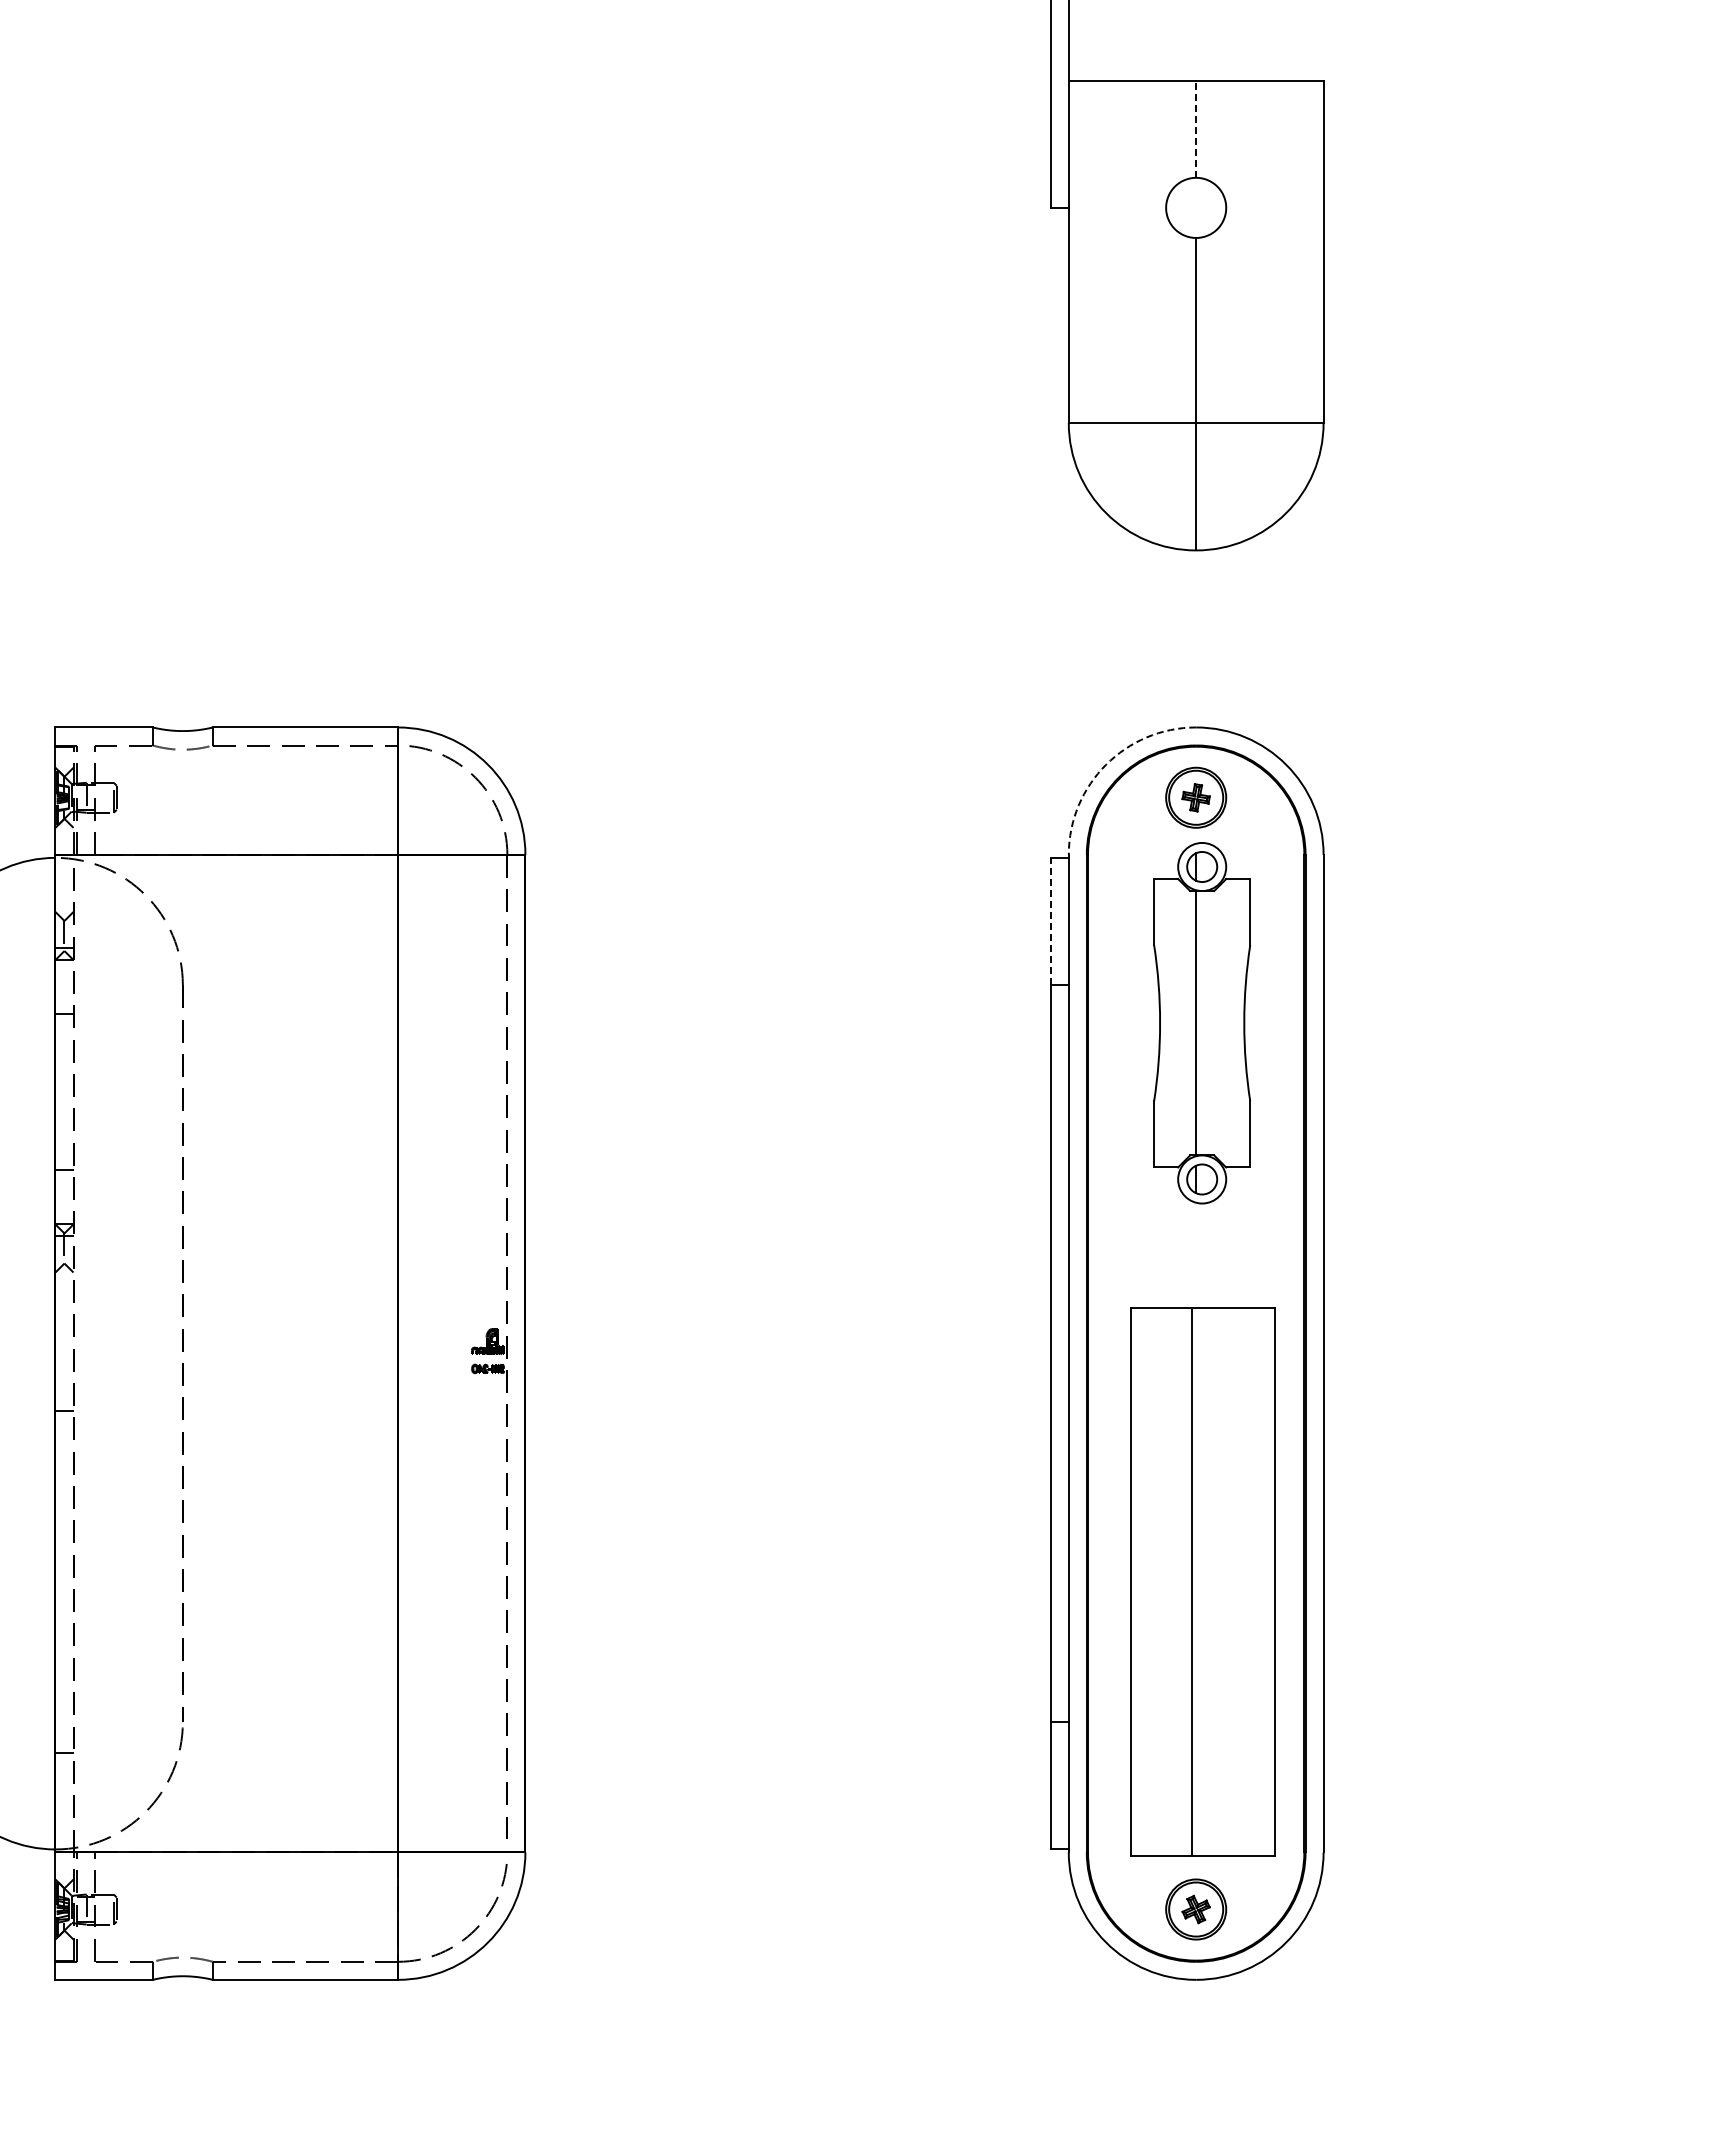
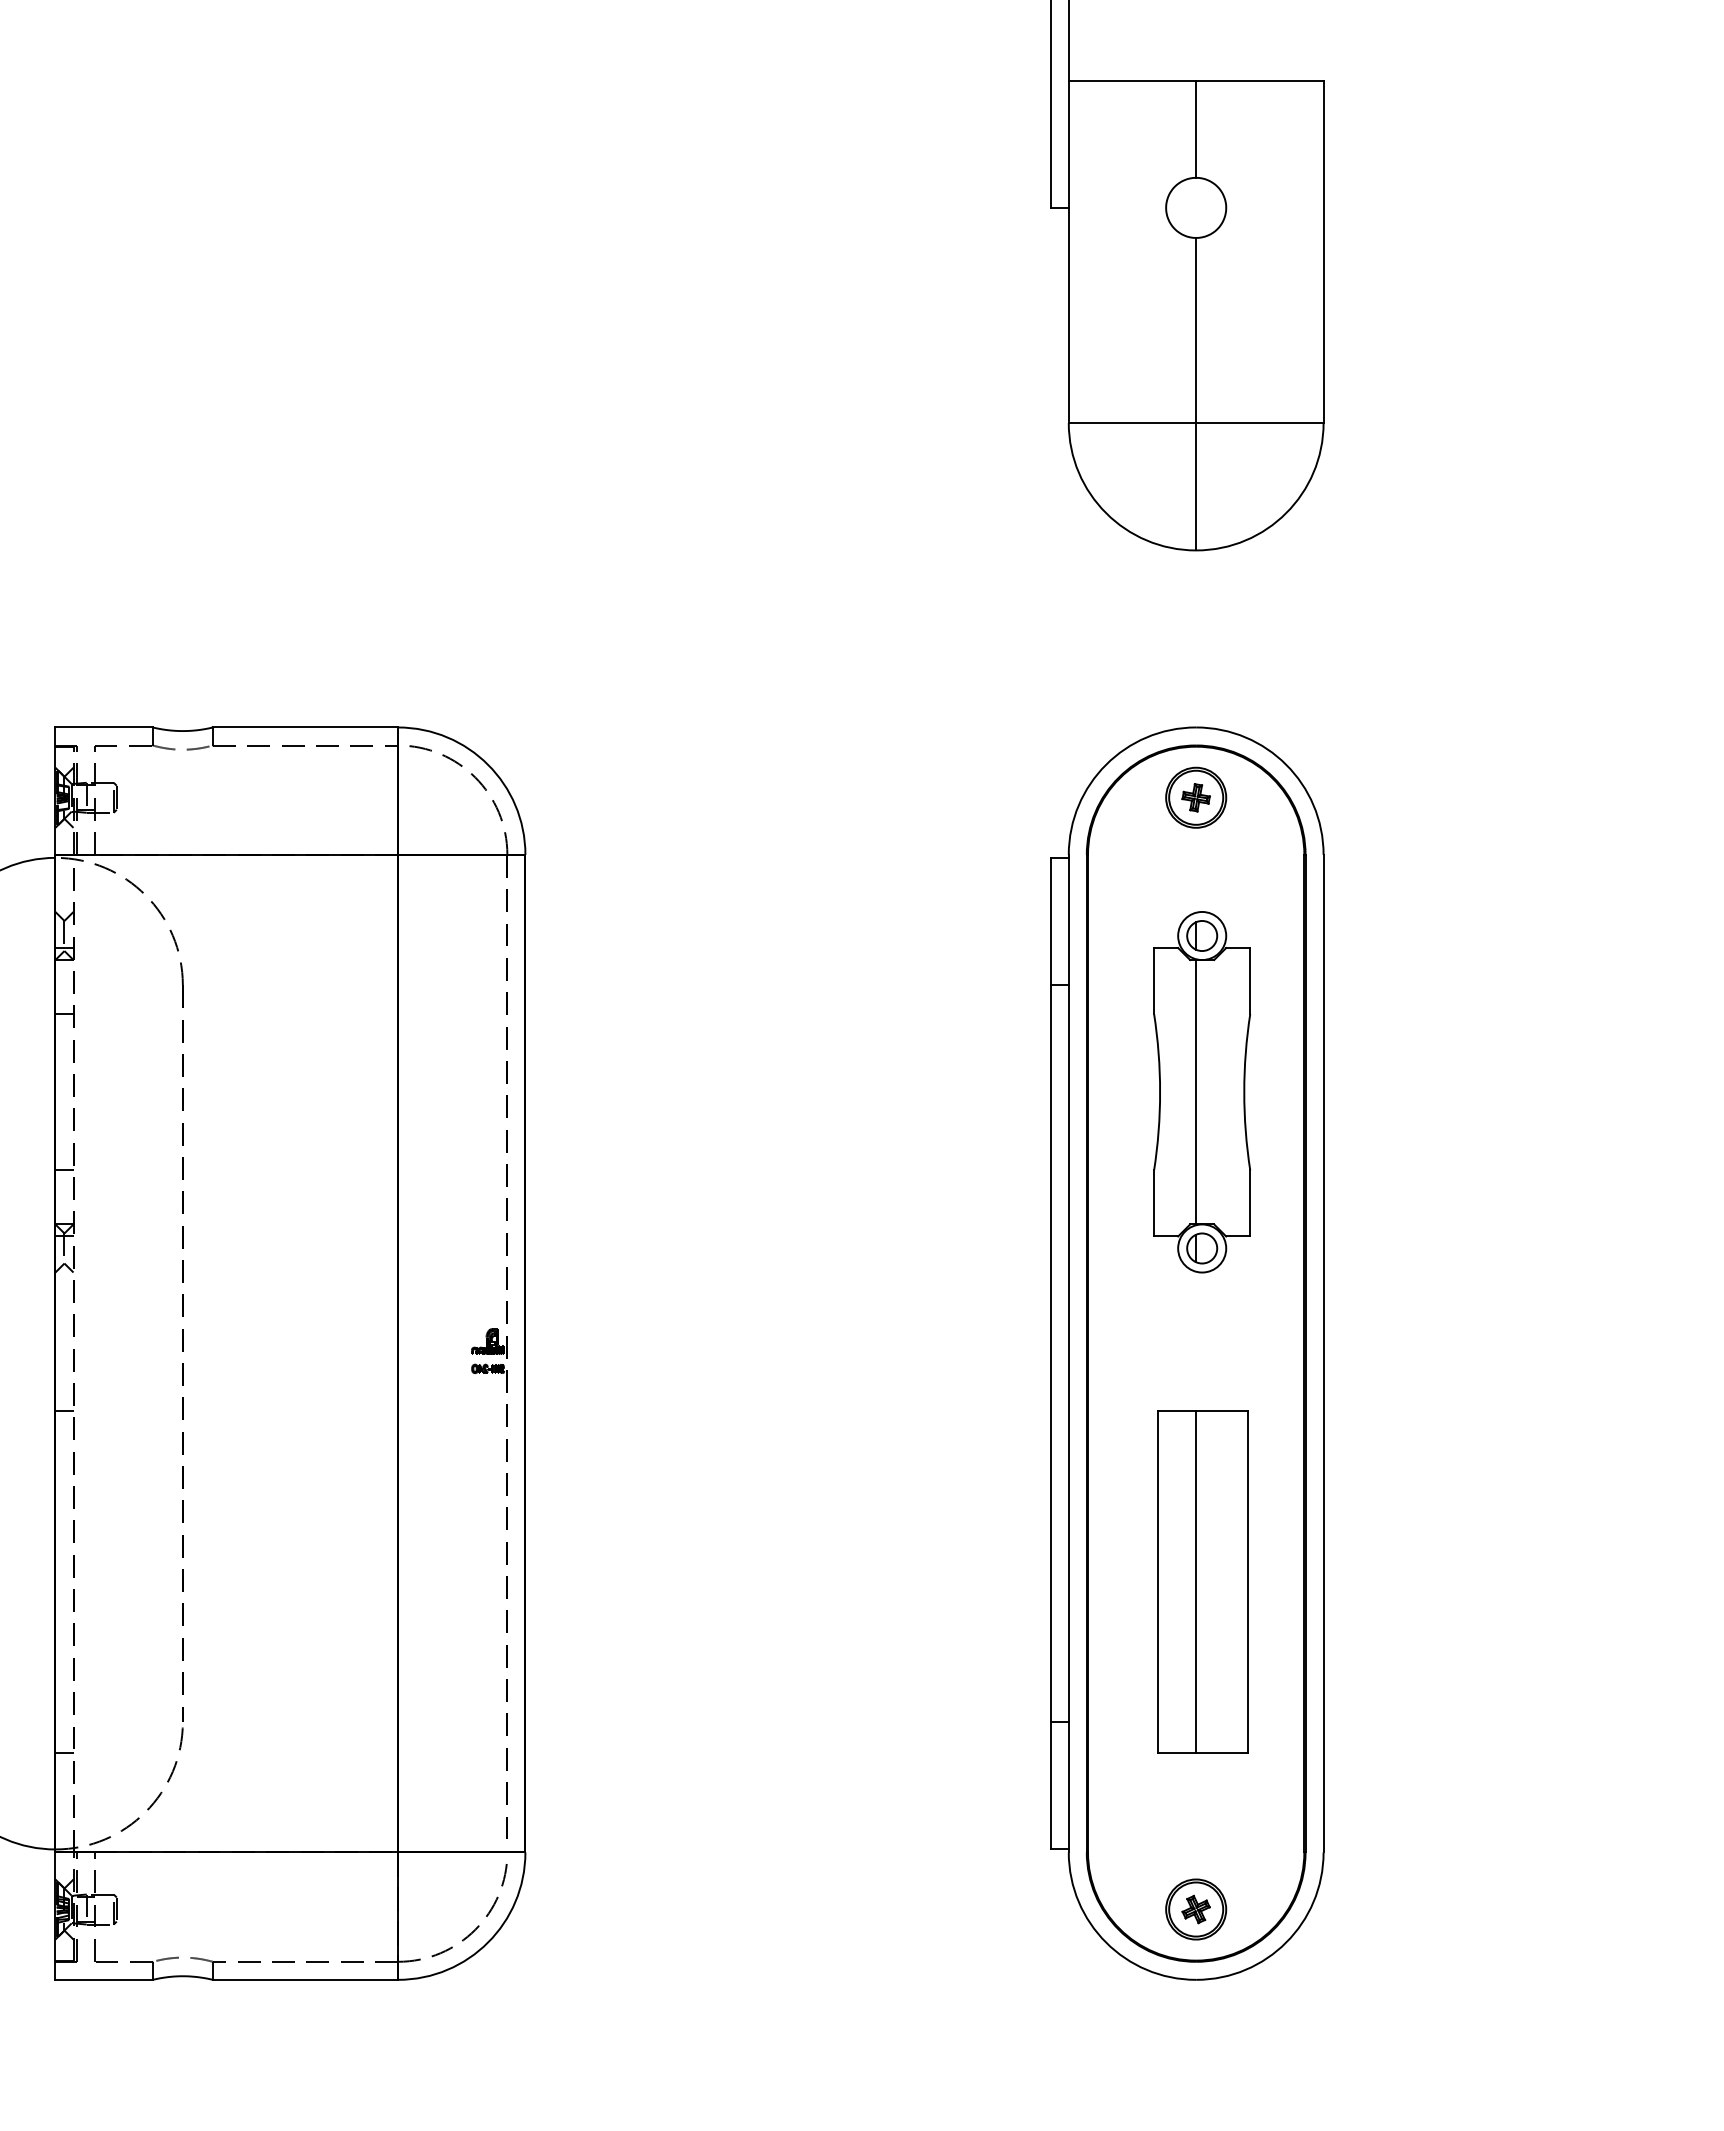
line at (1196, 129): dashed -> solid
arc at (1106, 764): dashed -> solid
line at (1050, 921): dashed -> solid
part at (1202, 1023) position: (1202, 1023) -> (1202, 1092)
part at (1202, 1581) size: 146x550 px -> 92x344 px
